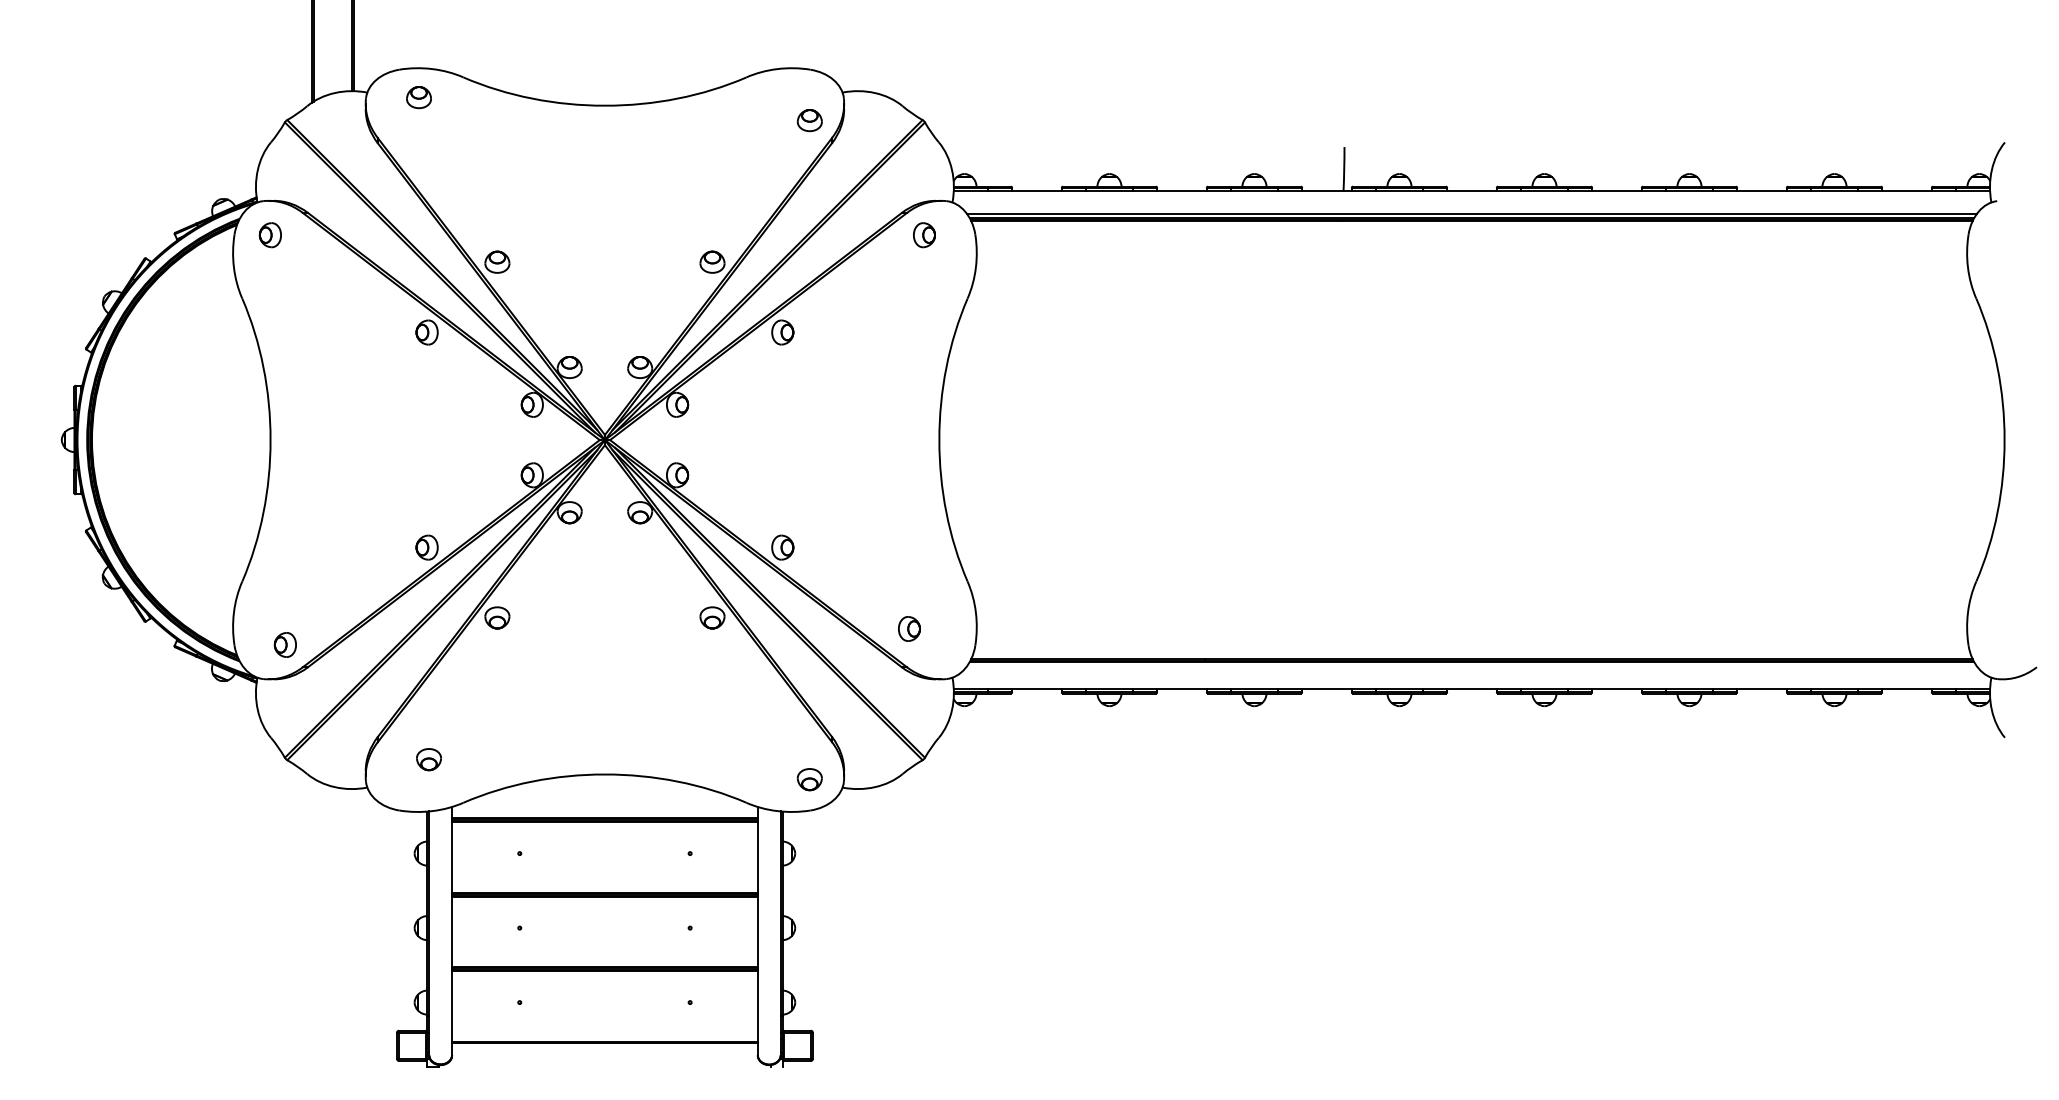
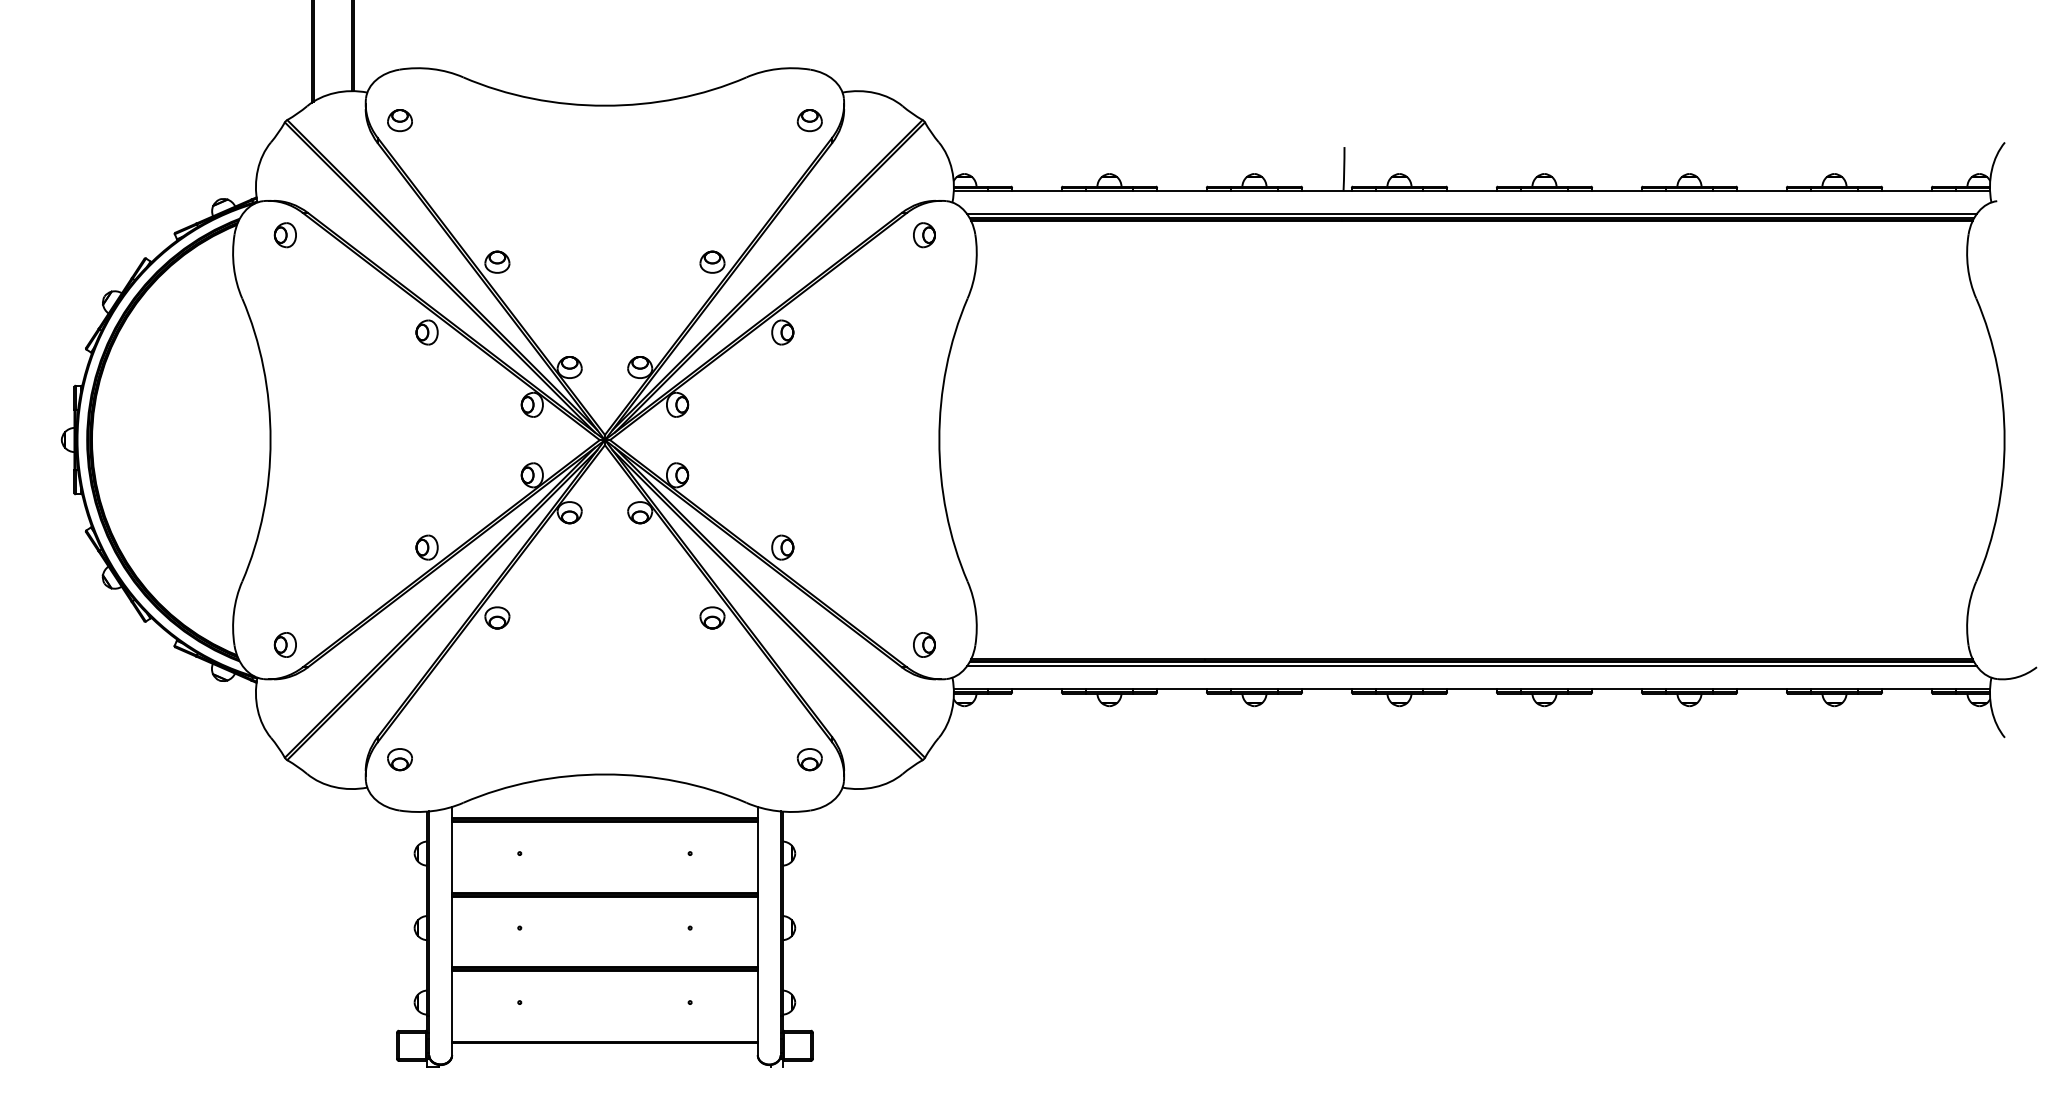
part at (418, 97) position: (418, 97) -> (399, 120)
part at (269, 235) position: (269, 235) -> (284, 235)
part at (909, 628) position: (909, 628) -> (924, 644)
line at (1471, 666): none -> present
part at (428, 759) position: (428, 759) -> (399, 759)
part at (809, 779) position: (809, 779) -> (809, 759)
